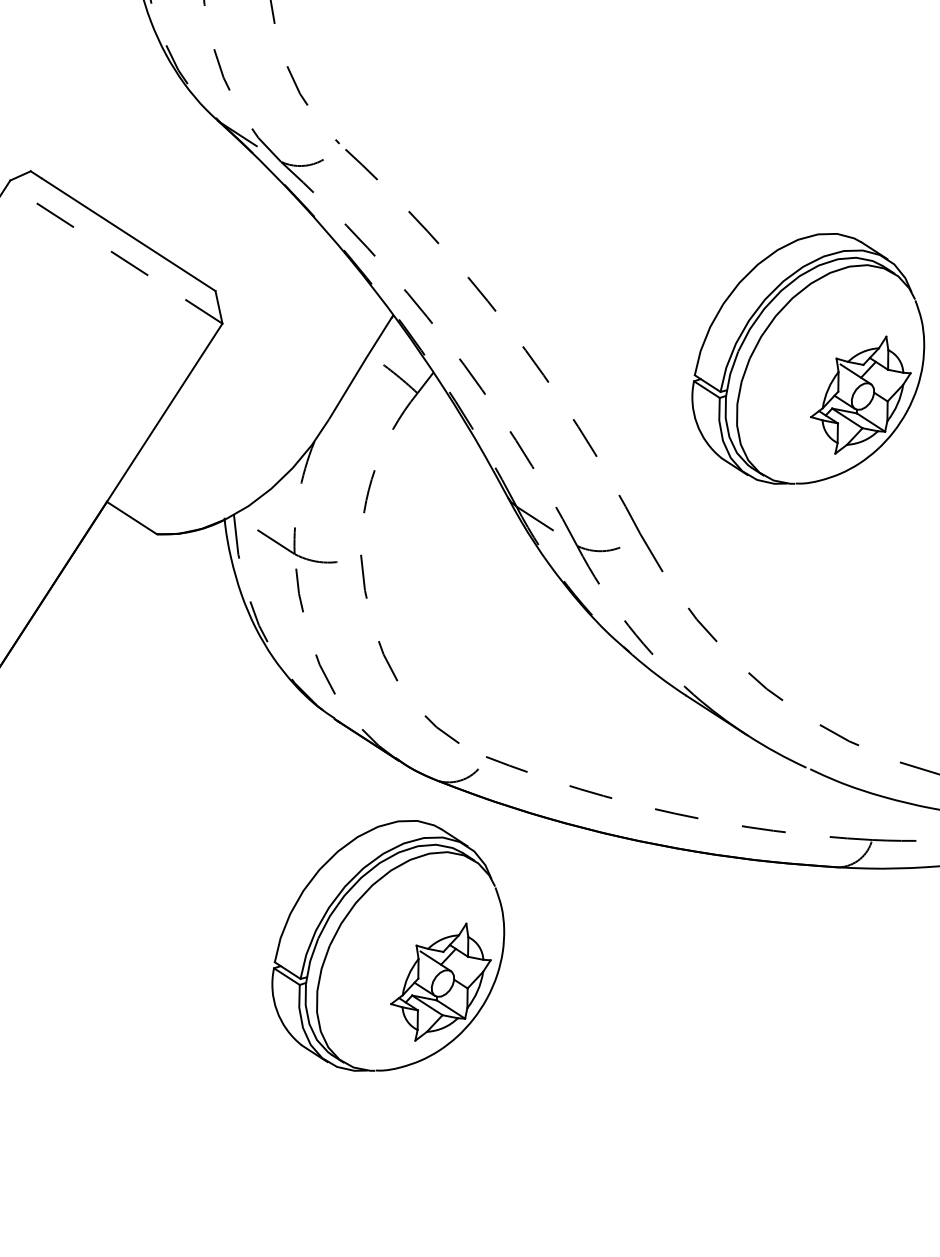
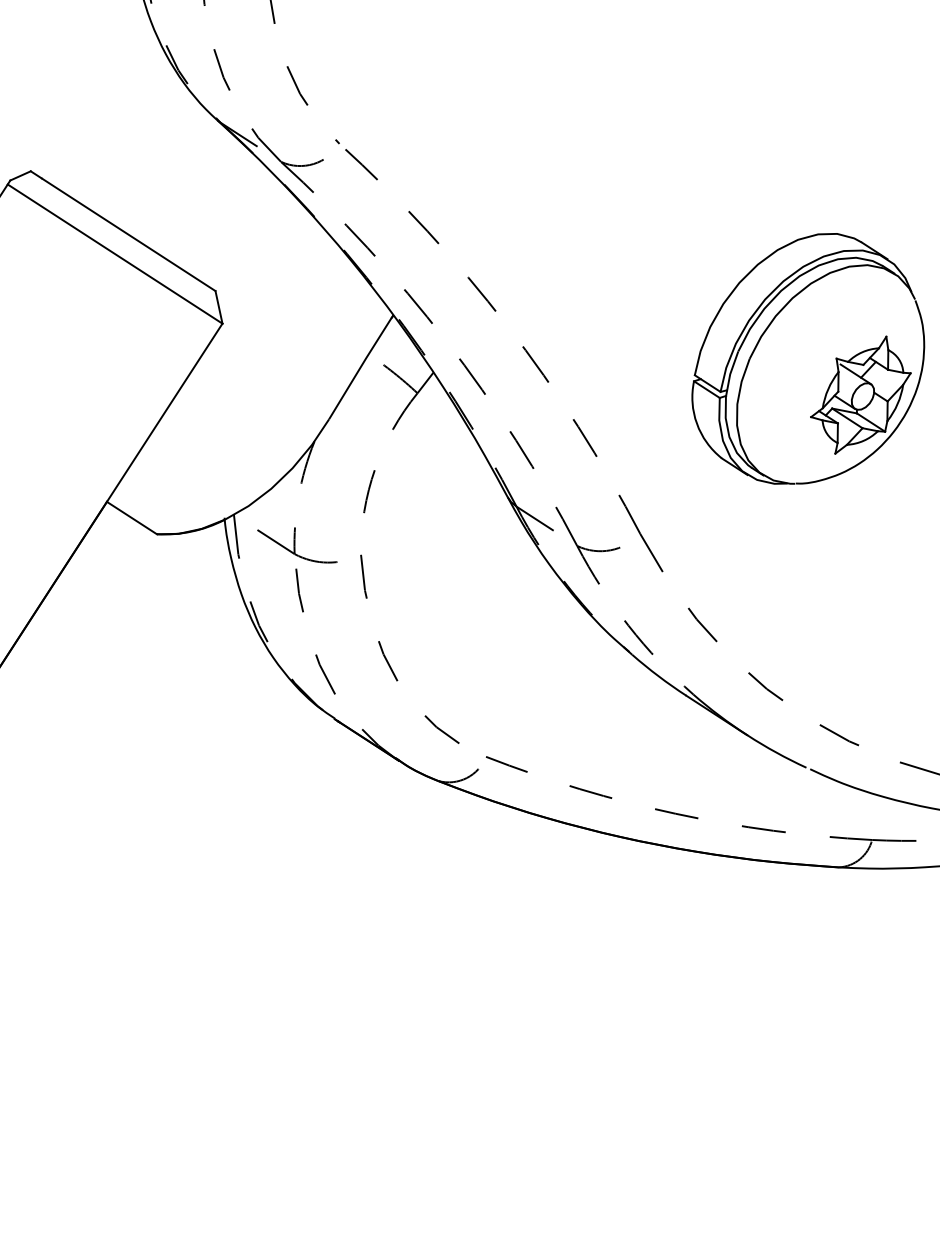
line at (115, 254): dashed -> solid
part at (388, 945): present -> none
